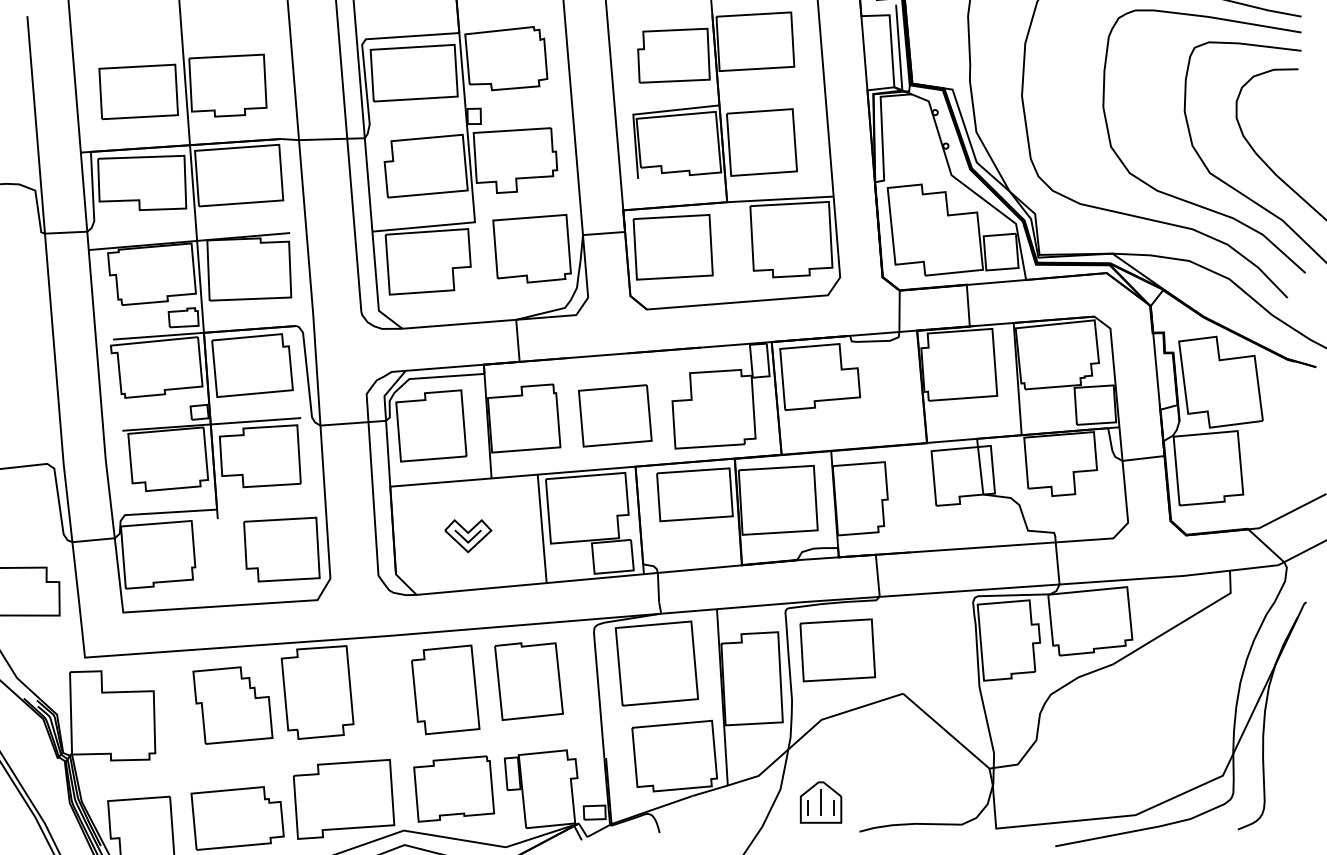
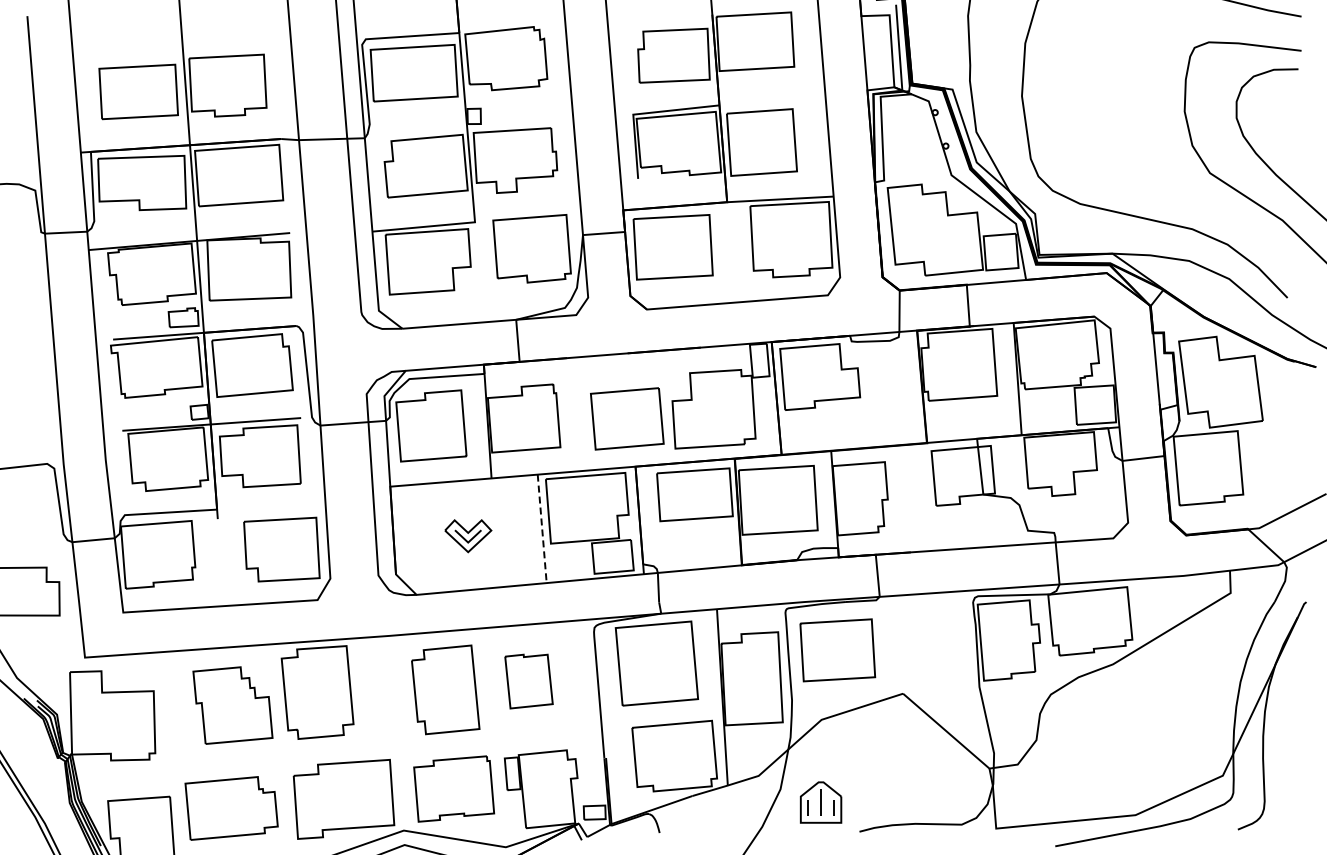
curve at (1182, 198): present -> none
part at (615, 415) position: (615, 415) -> (627, 418)
line at (542, 529): solid -> dashed
part at (528, 681) size: 70x79 px -> 50x57 px
part at (237, 818) position: (237, 818) -> (231, 808)
